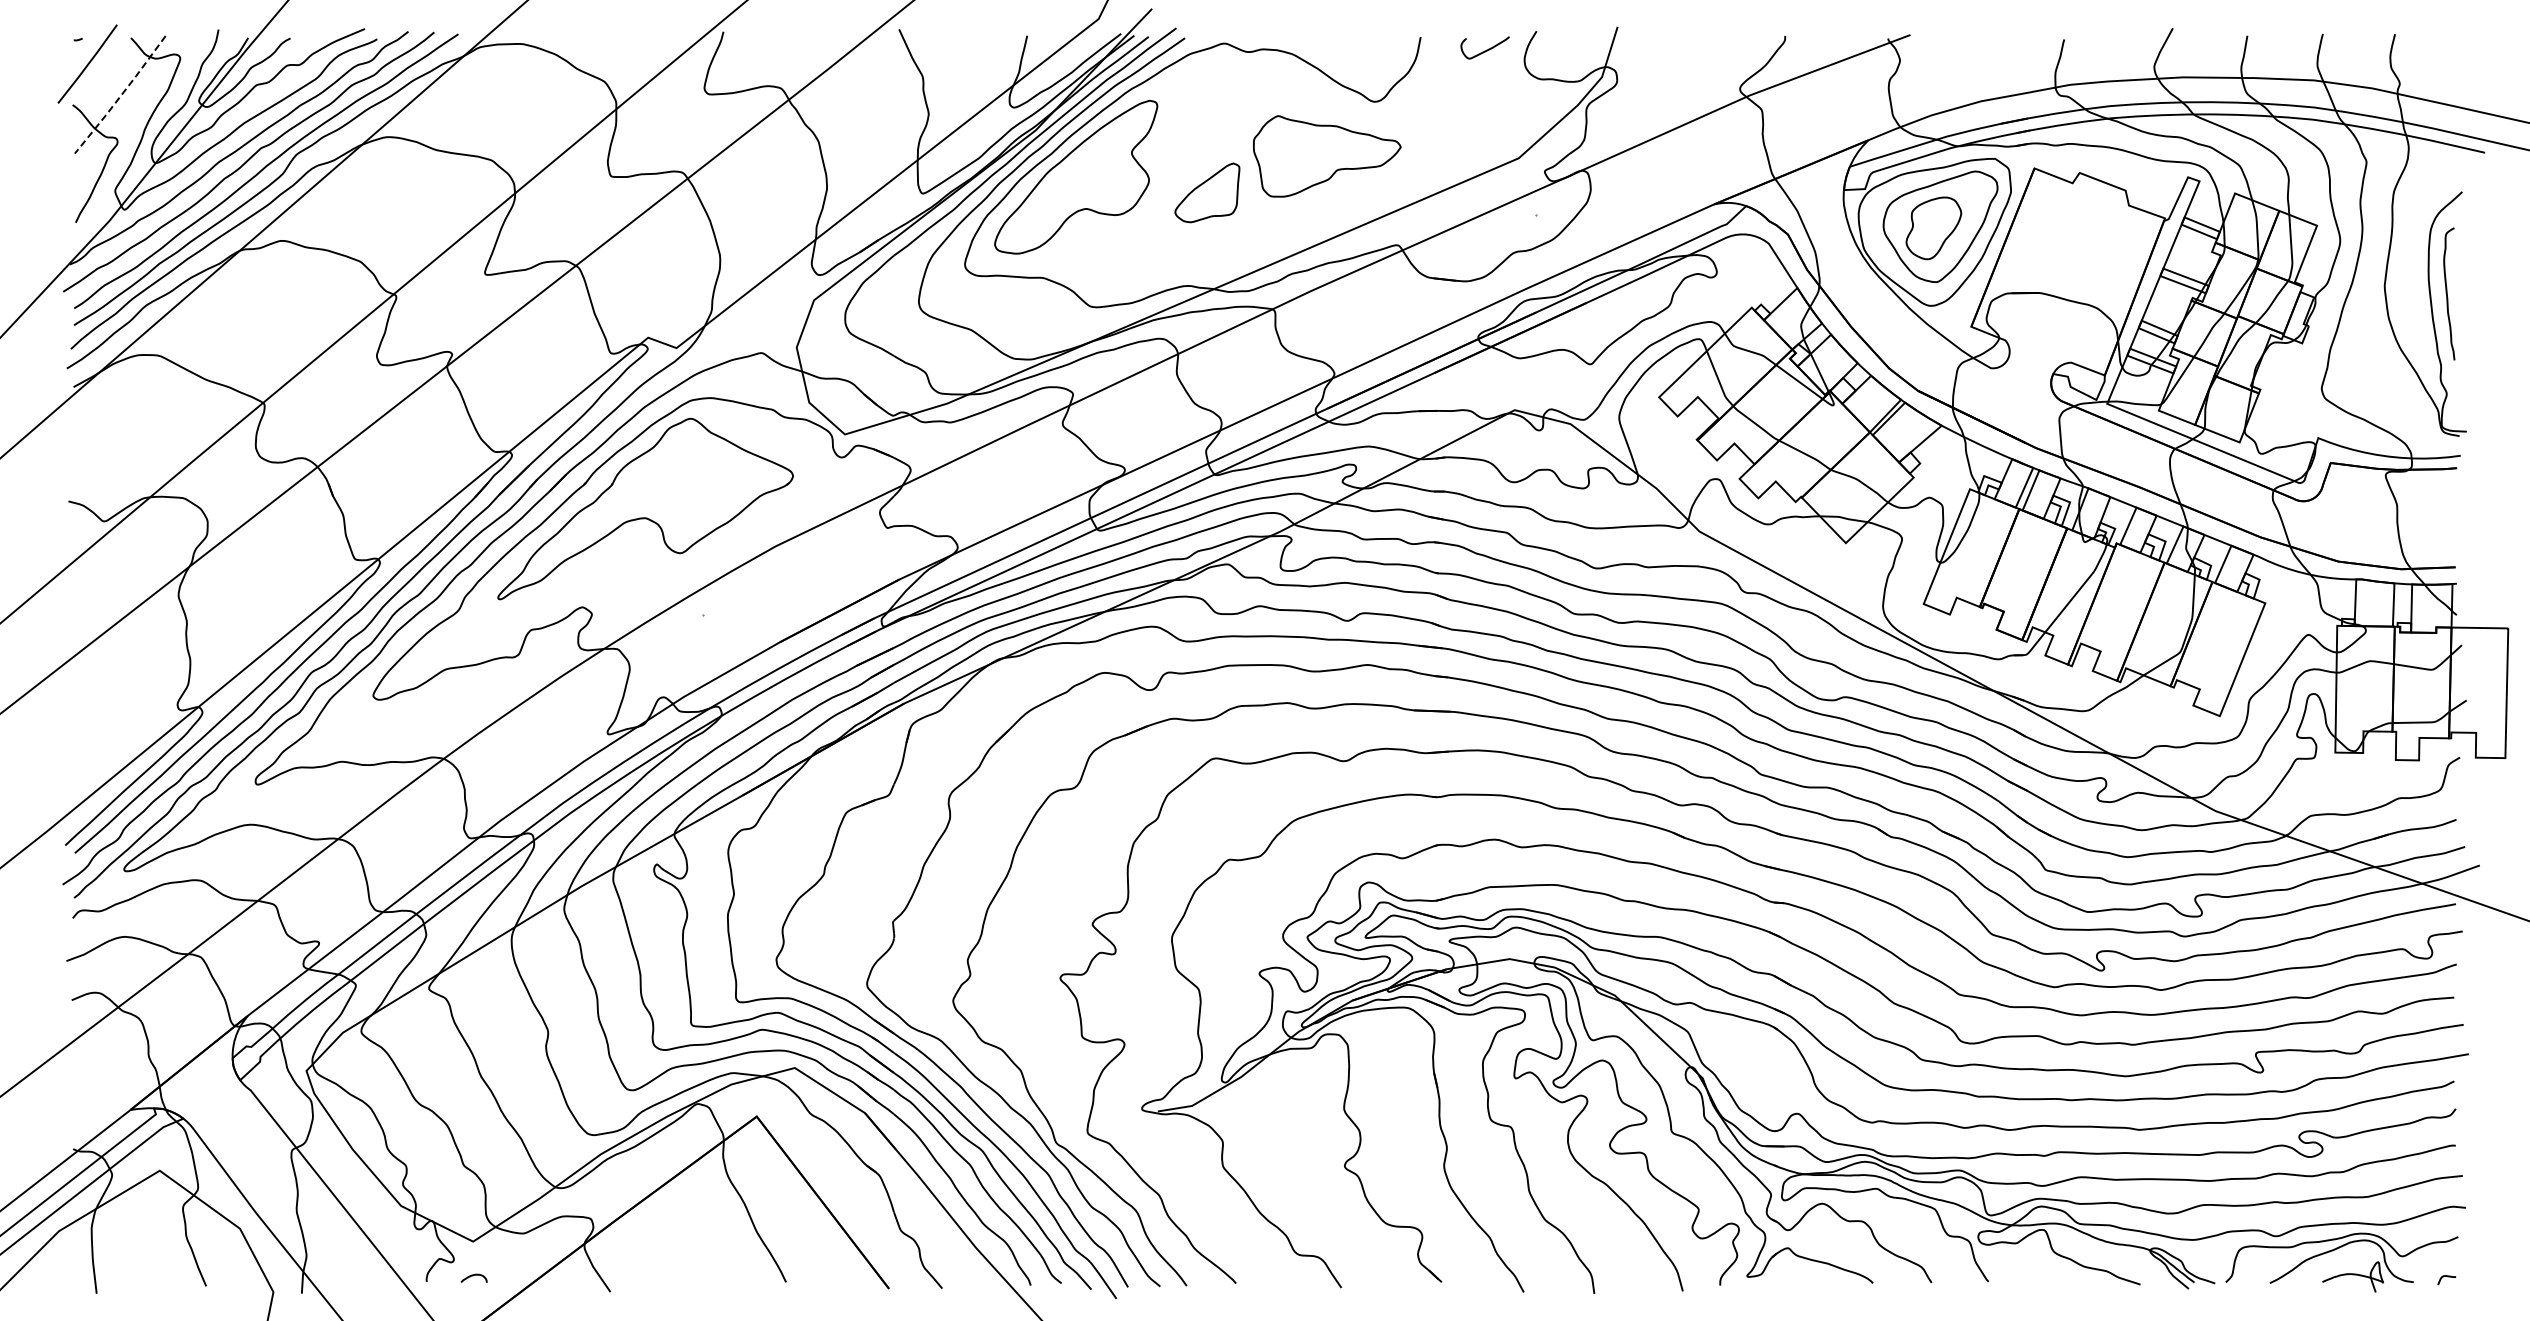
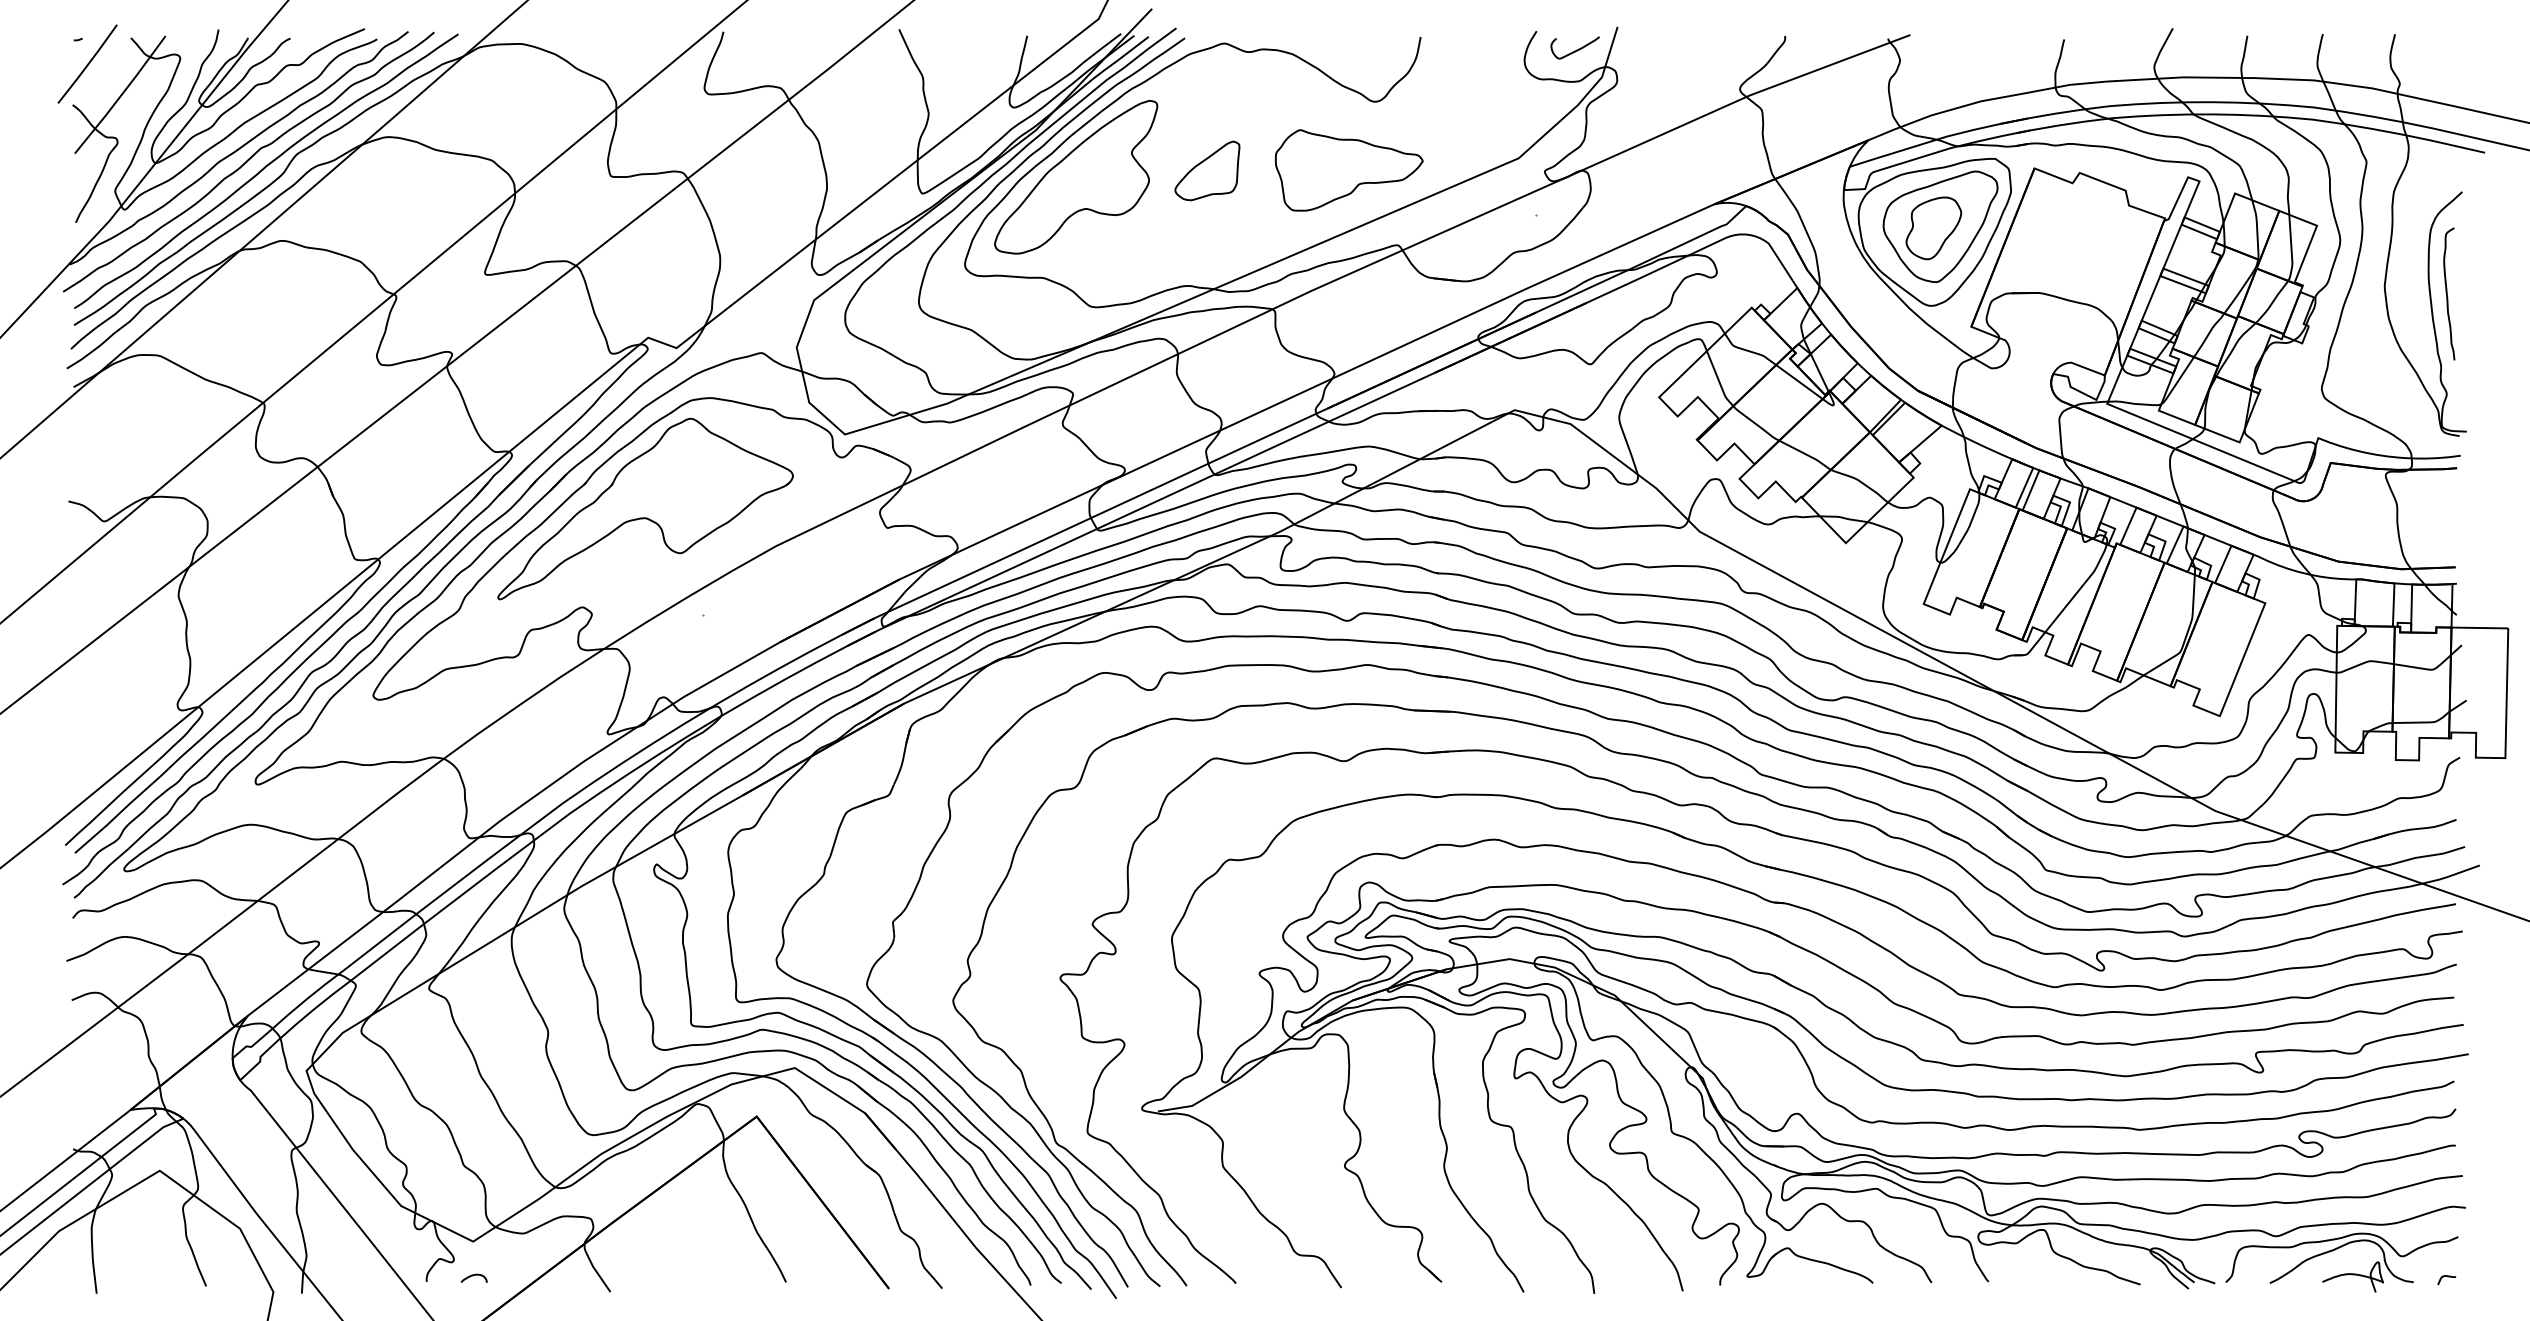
curve at (1486, 49) position: (1486, 49) -> (1576, 49)
line at (121, 95): dashed -> solid
part at (1327, 156) position: (1327, 156) -> (1349, 170)
part at (1207, 192) position: (1207, 192) -> (1207, 170)
